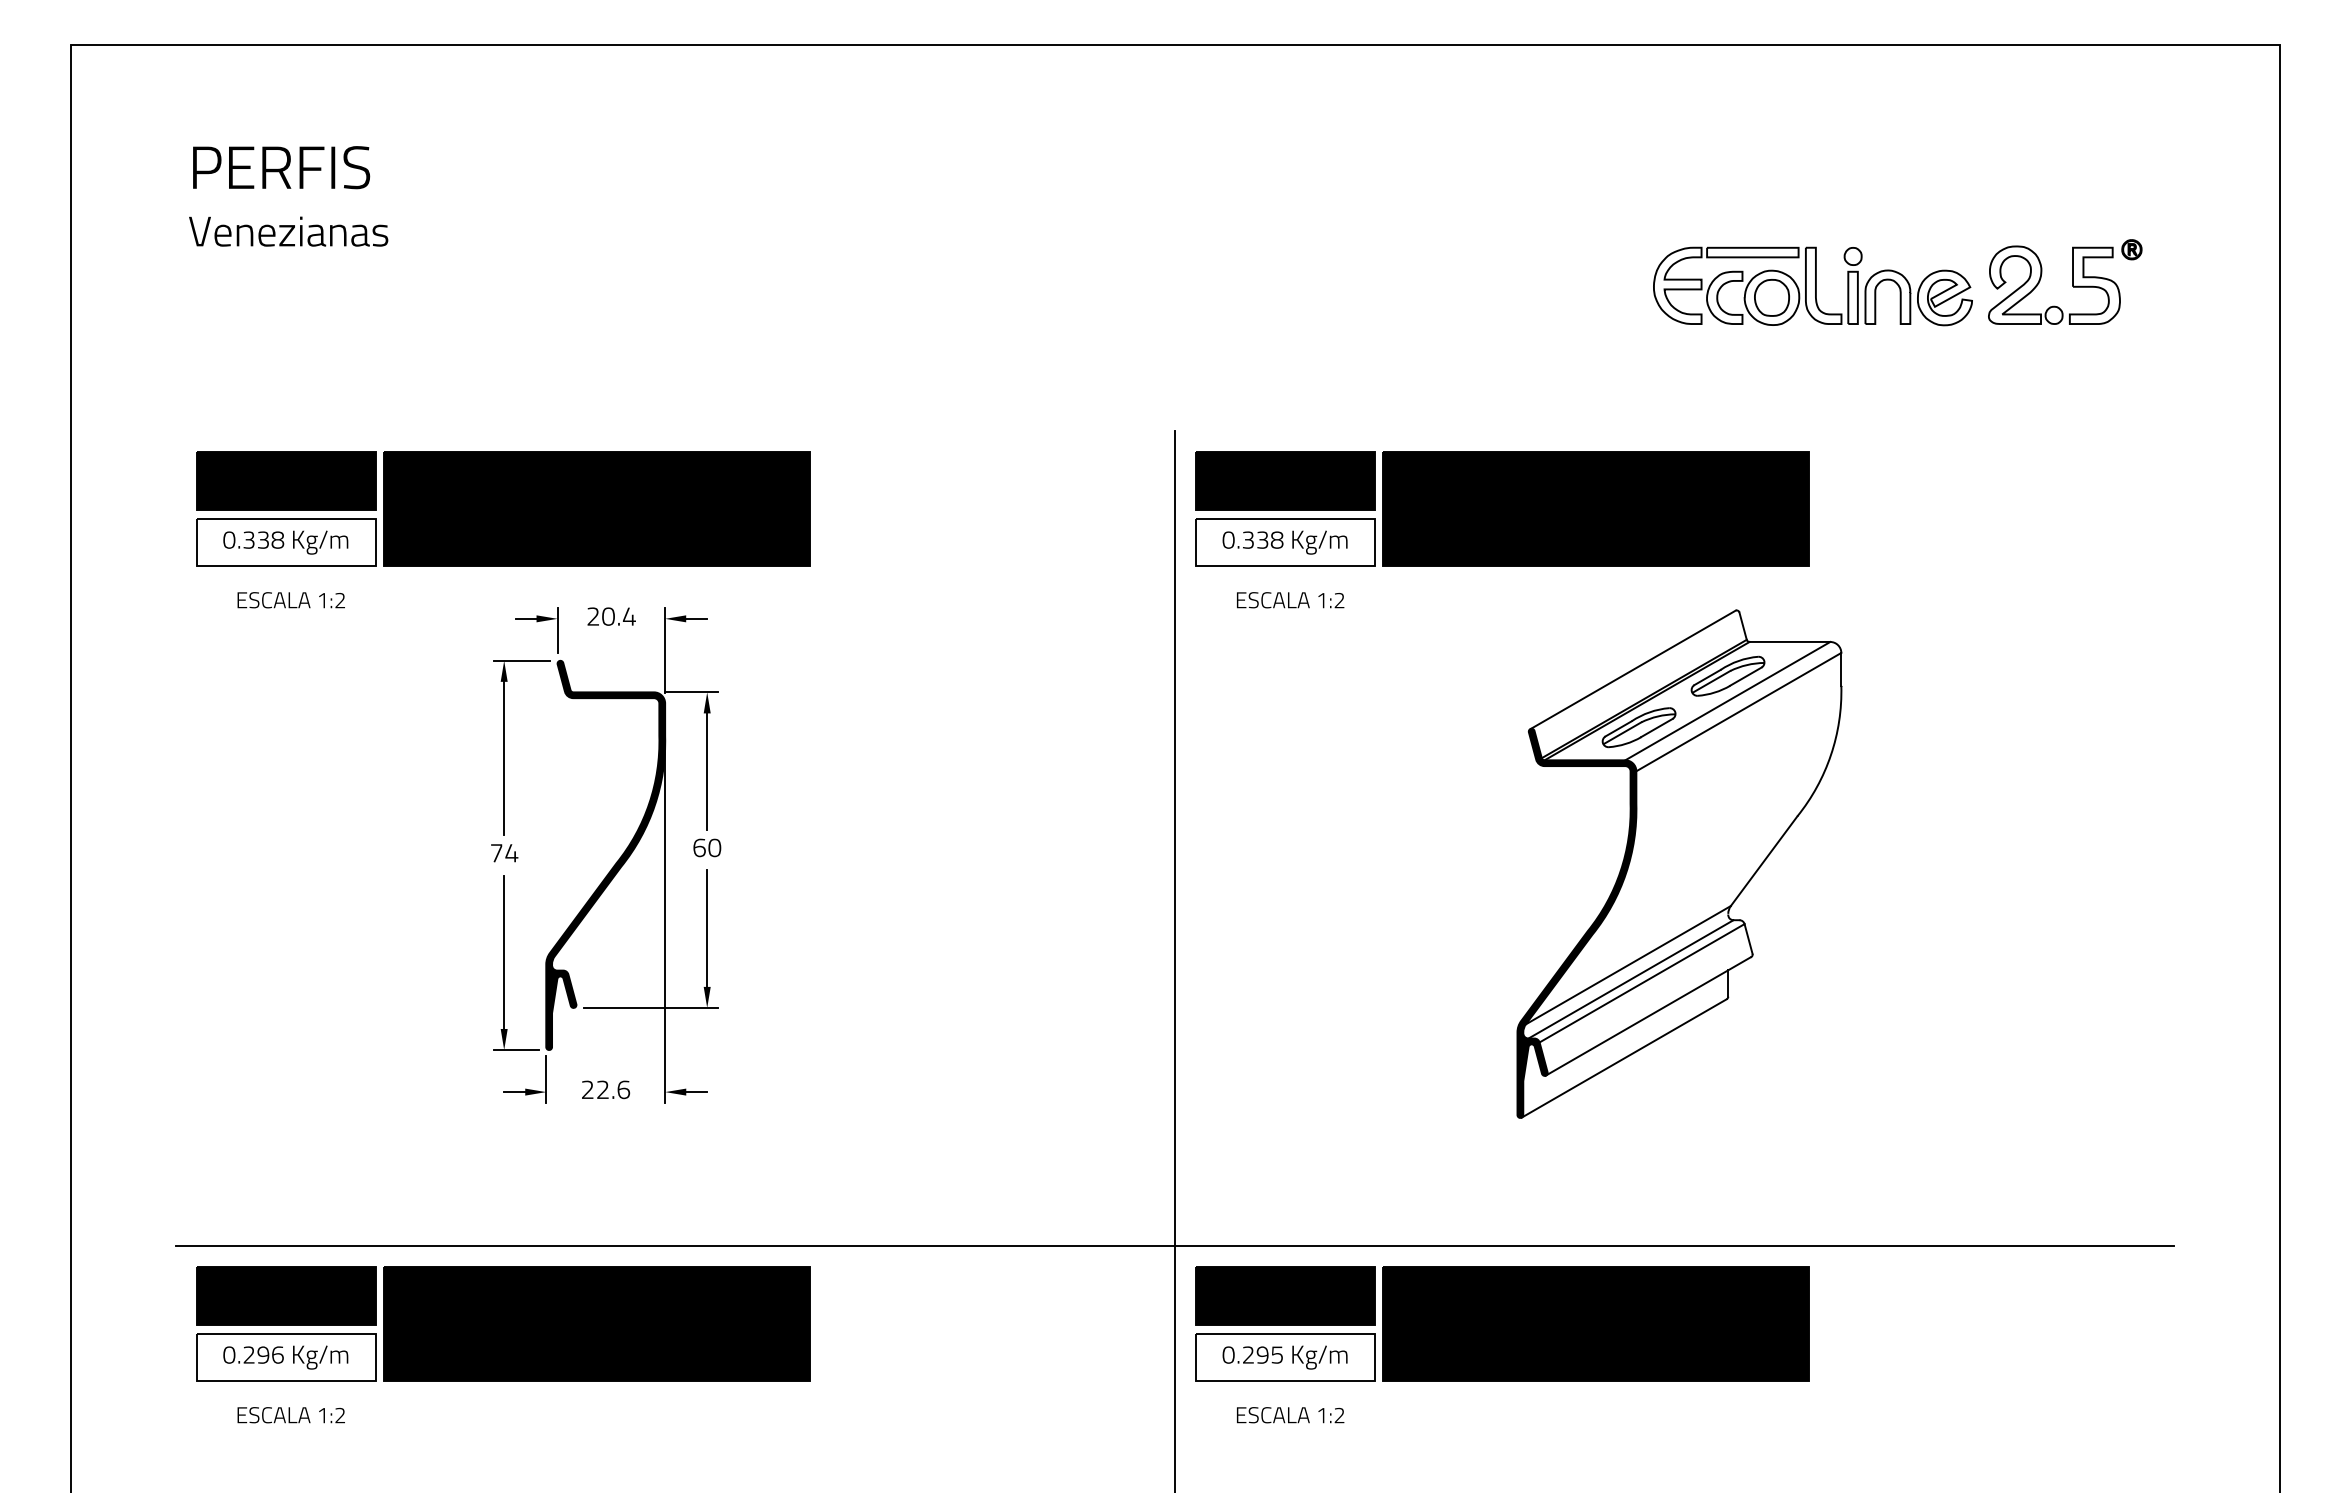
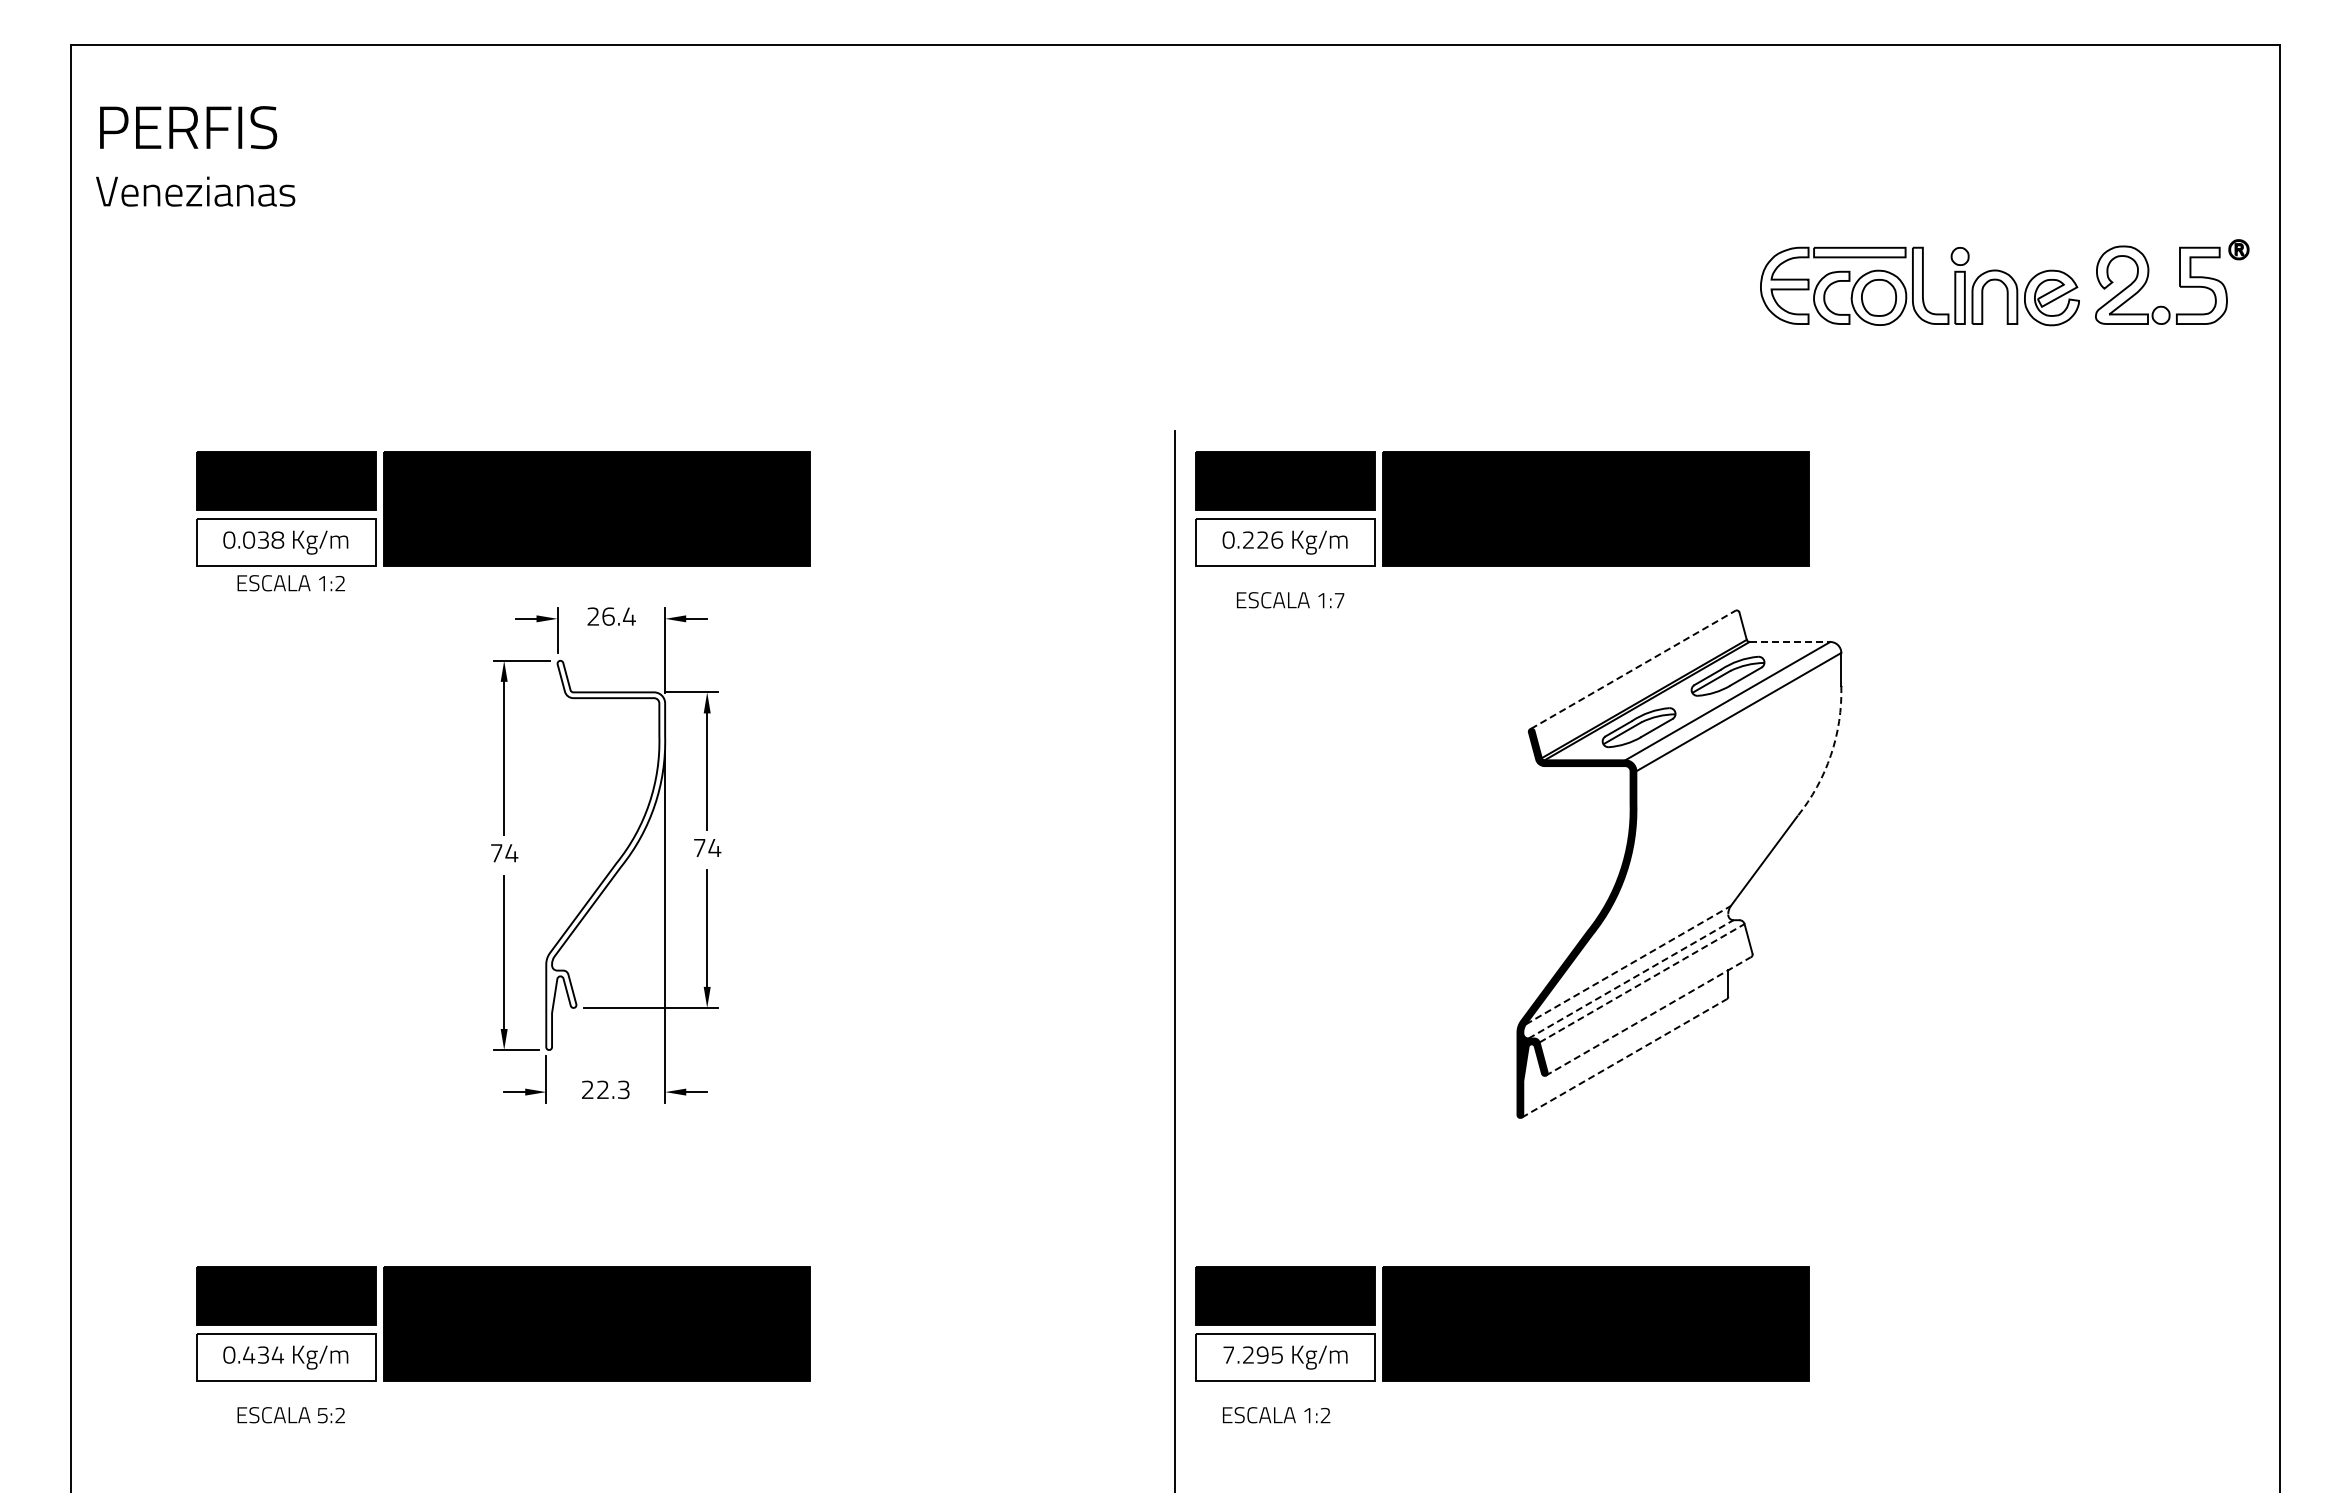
text at (288, 196) position: (288, 196) -> (195, 156)
part at (1897, 282) position: (1897, 282) -> (2004, 282)
text at (249, 539): 0.338 -> 0.038
text at (1263, 539): 0.338 -> 0.226
text at (290, 600) position: (290, 600) -> (290, 583)
text at (1339, 600): 1:2 -> 1:7
text at (608, 616): 20.4 -> 26.4
line at (1790, 641): solid -> dashed
line at (1633, 669): solid -> dashed
arc at (1830, 755): solid -> dashed
text at (707, 847): 60 -> 74
fill at (605, 855): present -> none
line at (1628, 964): solid -> dashed
line at (1631, 979): solid -> dashed
line at (1642, 983): solid -> dashed
line at (1648, 1016): solid -> dashed
line at (1624, 1058): solid -> dashed
text at (623, 1089): 22.6 -> 22.3
line at (1174, 1246): present -> none
text at (263, 1354): 0.296 -> 0.434
text at (1228, 1354): 0.295 -> 7.295
text at (322, 1415): 1:2 -> 5:2
text at (1290, 1415) position: (1290, 1415) -> (1276, 1415)
